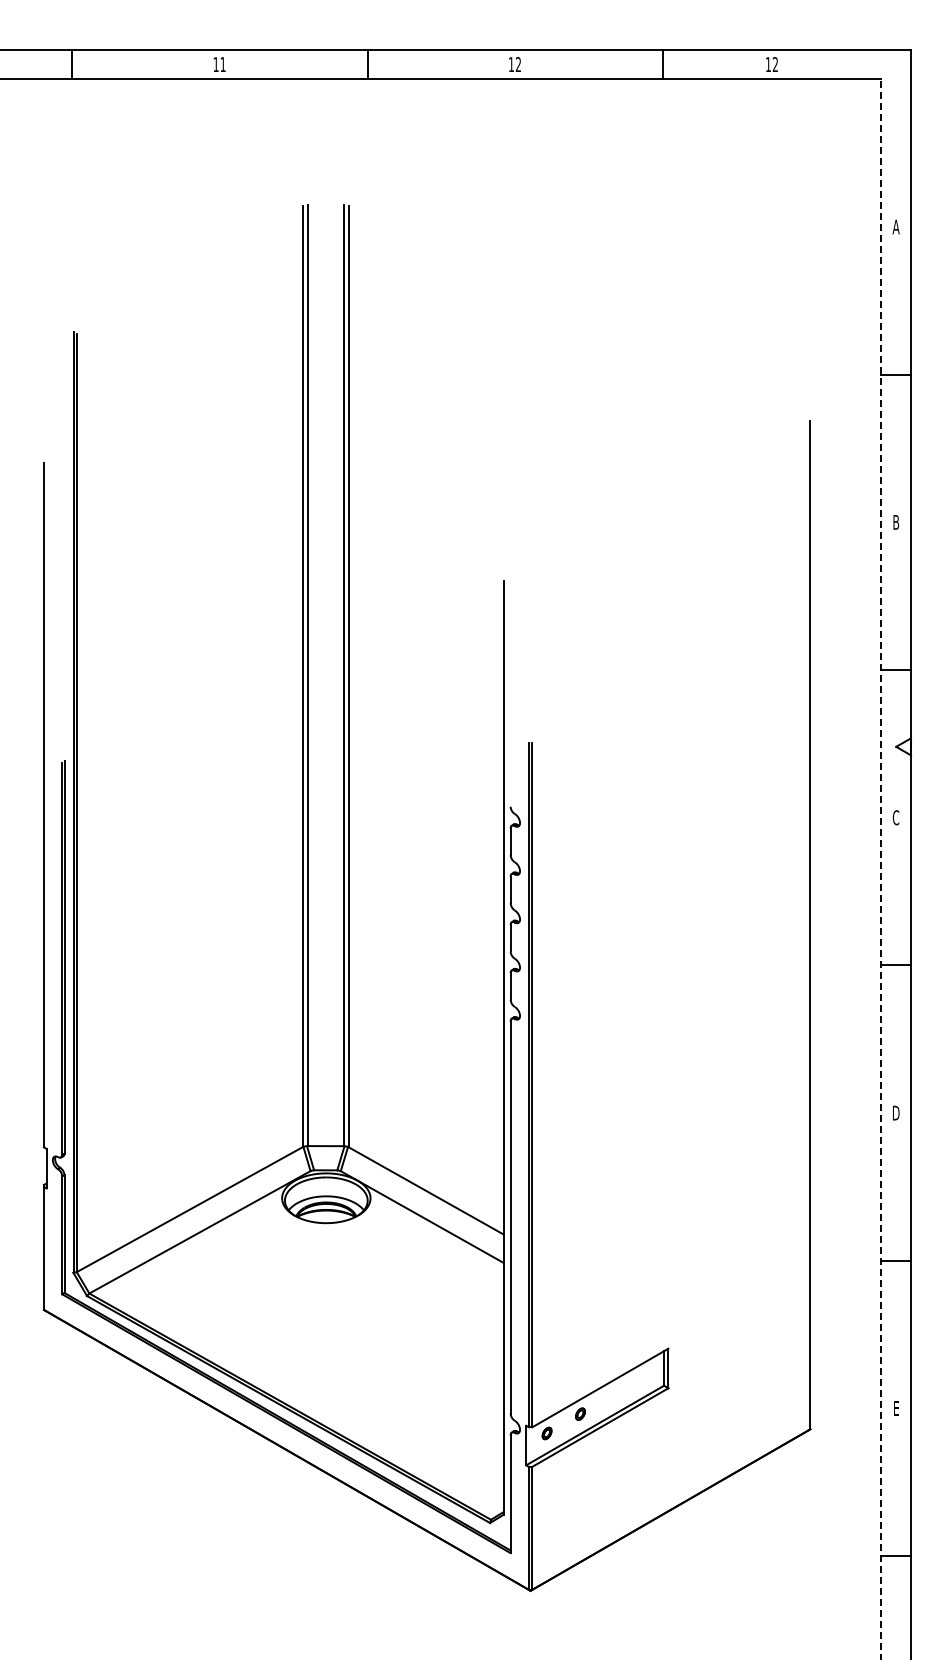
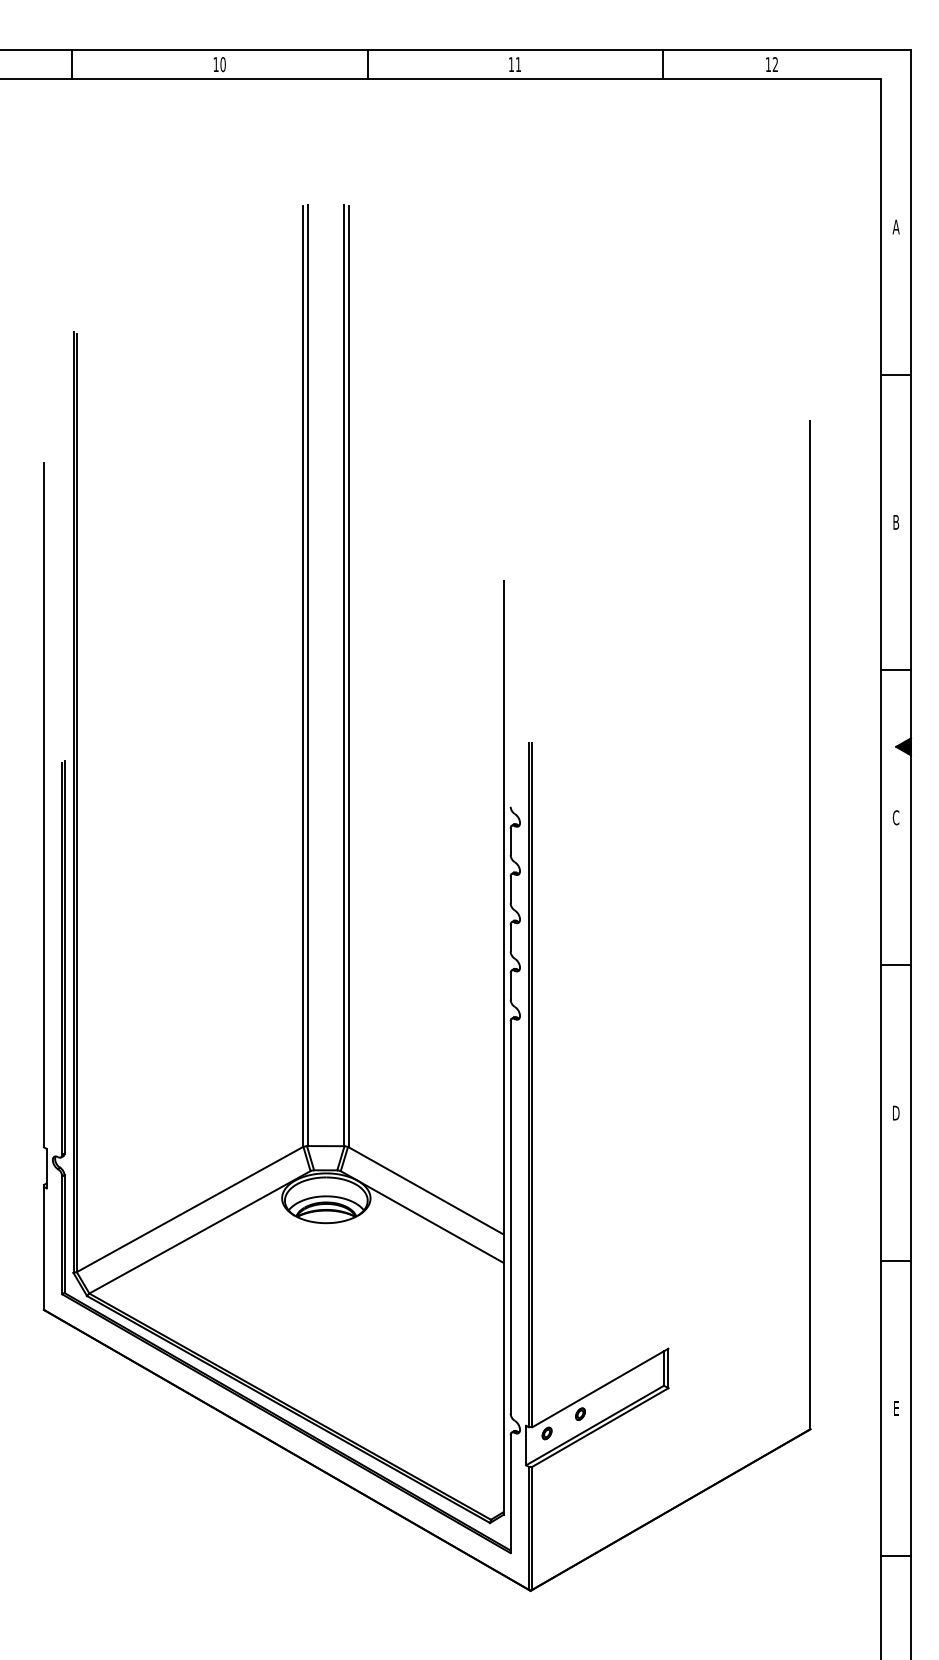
text at (222, 64): 11 -> 10
text at (517, 64): 12 -> 11
fill at (903, 746): none -> present
line at (881, 869): dashed -> solid
